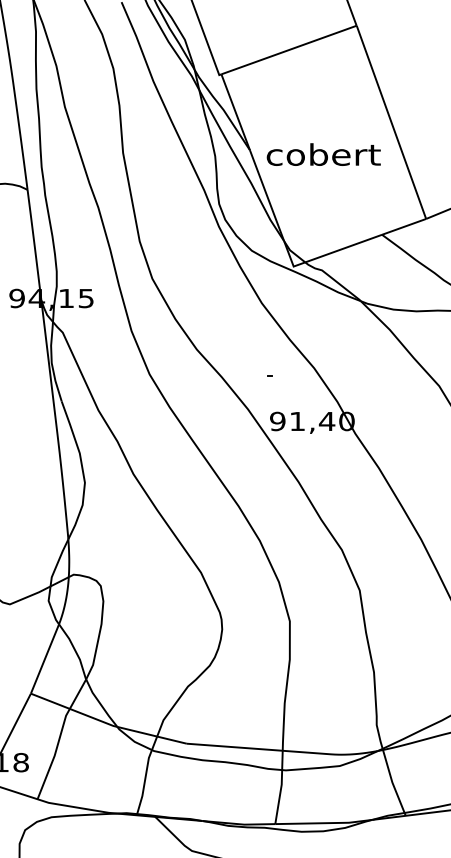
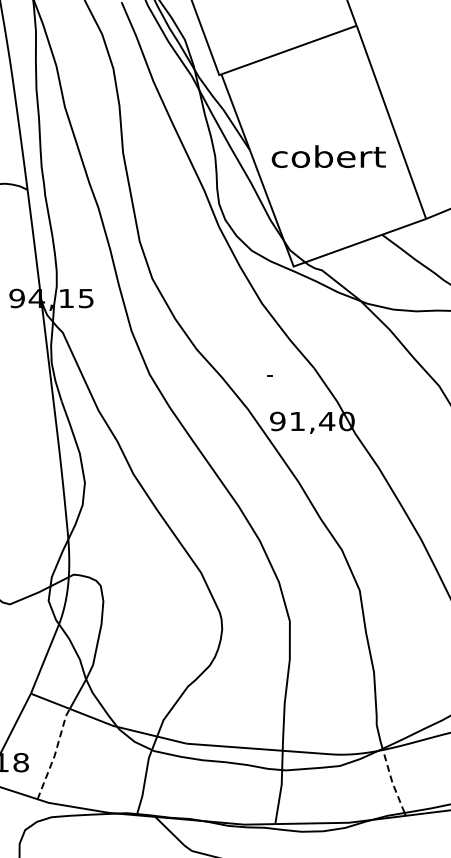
text at (323, 154) position: (323, 154) -> (328, 156)
line at (55, 753): solid -> dashed
line at (392, 782): solid -> dashed
